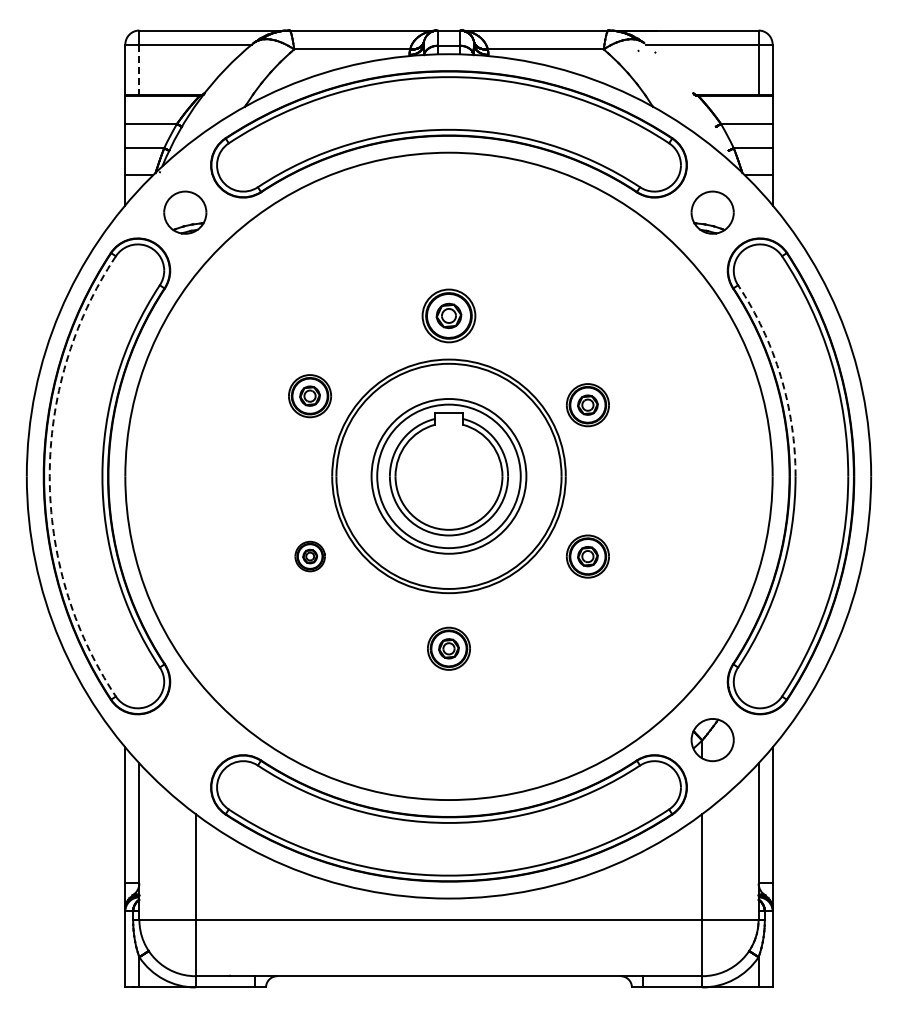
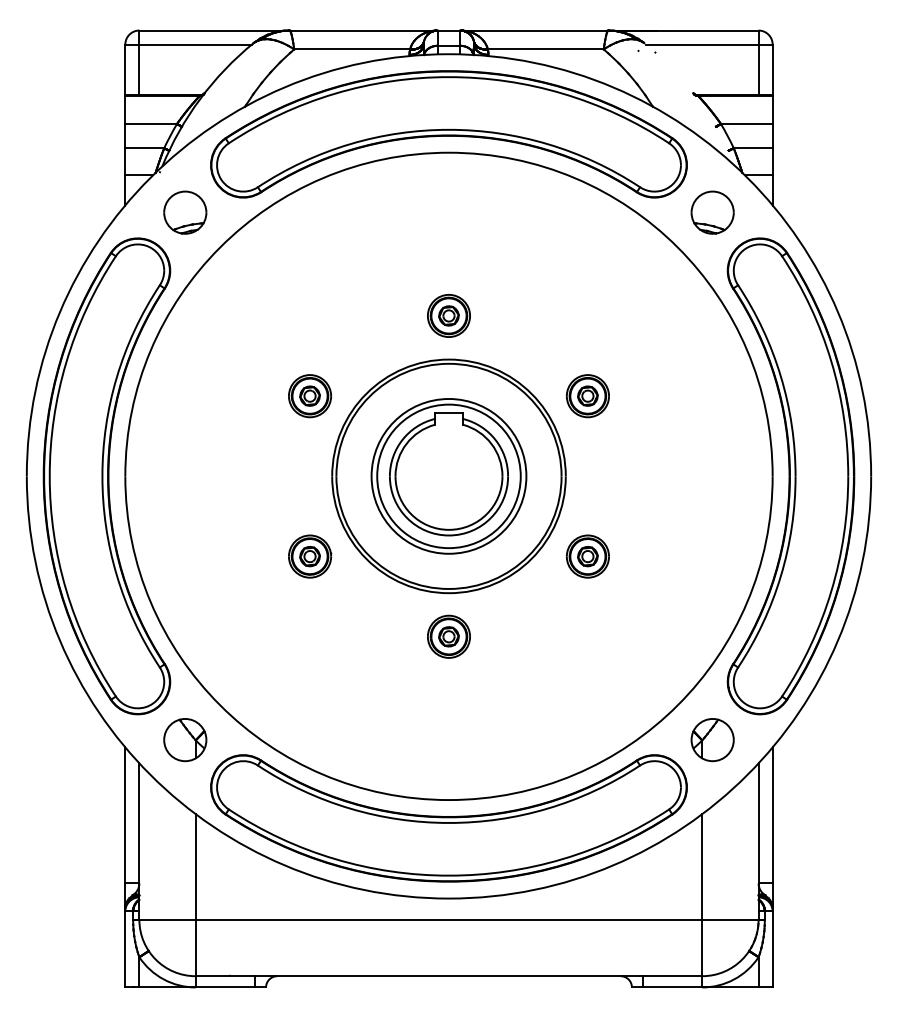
line at (139, 70): dashed -> solid
part at (448, 315) size: 56x56 px -> 44x44 px
arc at (780, 376): dashed -> solid
part at (587, 405) position: (587, 405) -> (587, 396)
arc at (49, 476): dashed -> solid
part at (309, 556) size: 32x33 px -> 45x45 px
part at (448, 648) position: (448, 648) -> (448, 636)
part at (185, 740): none -> present
